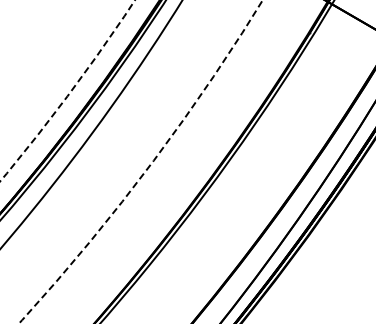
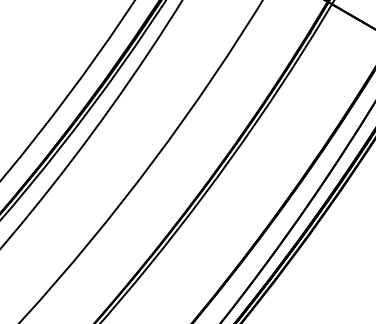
circle at (67, 90): dashed -> solid
circle at (140, 161): dashed -> solid
